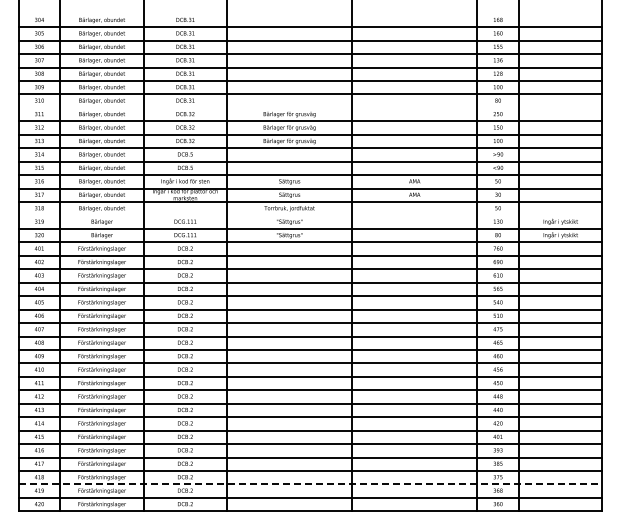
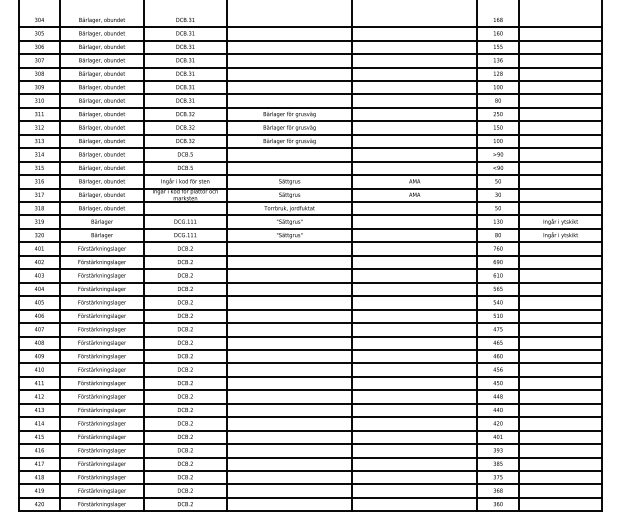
line at (310, 107): none -> present
line at (310, 215): none -> present
line at (310, 484): dashed -> solid
